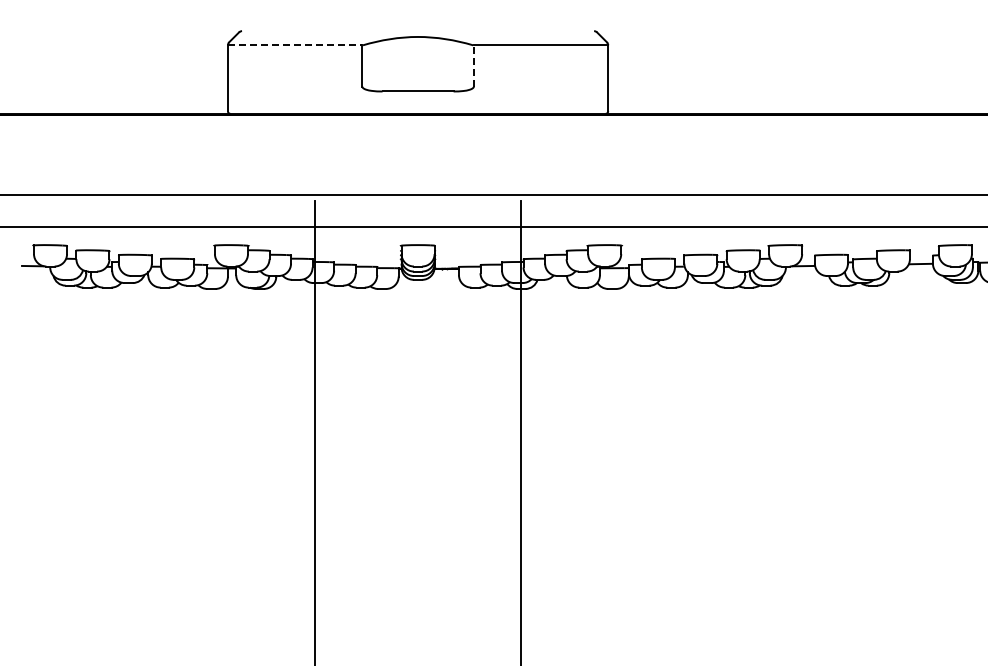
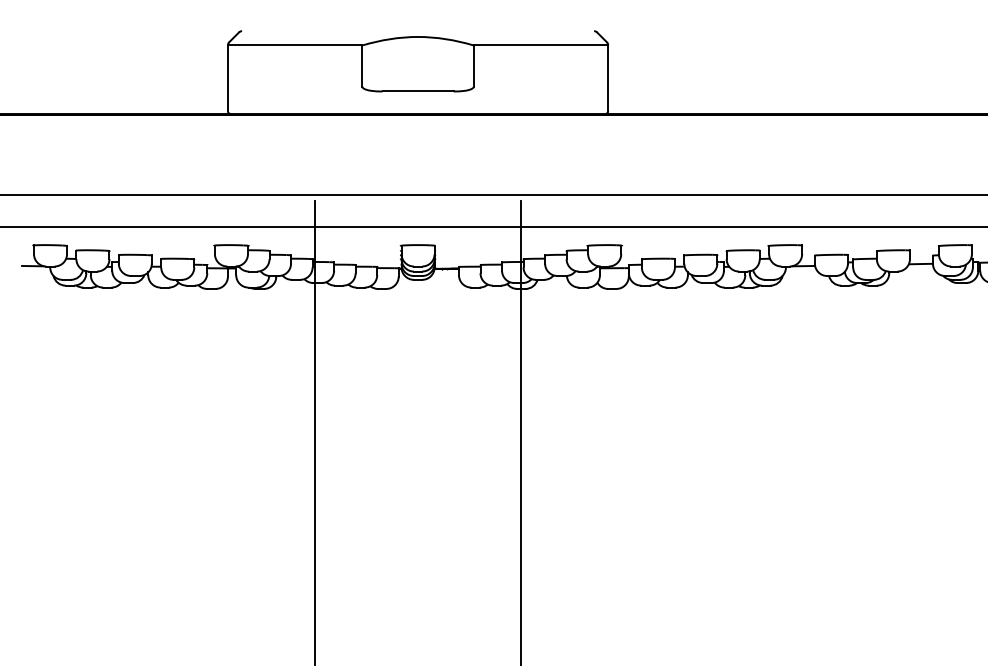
line at (295, 45): dashed -> solid
line at (473, 65): dashed -> solid
